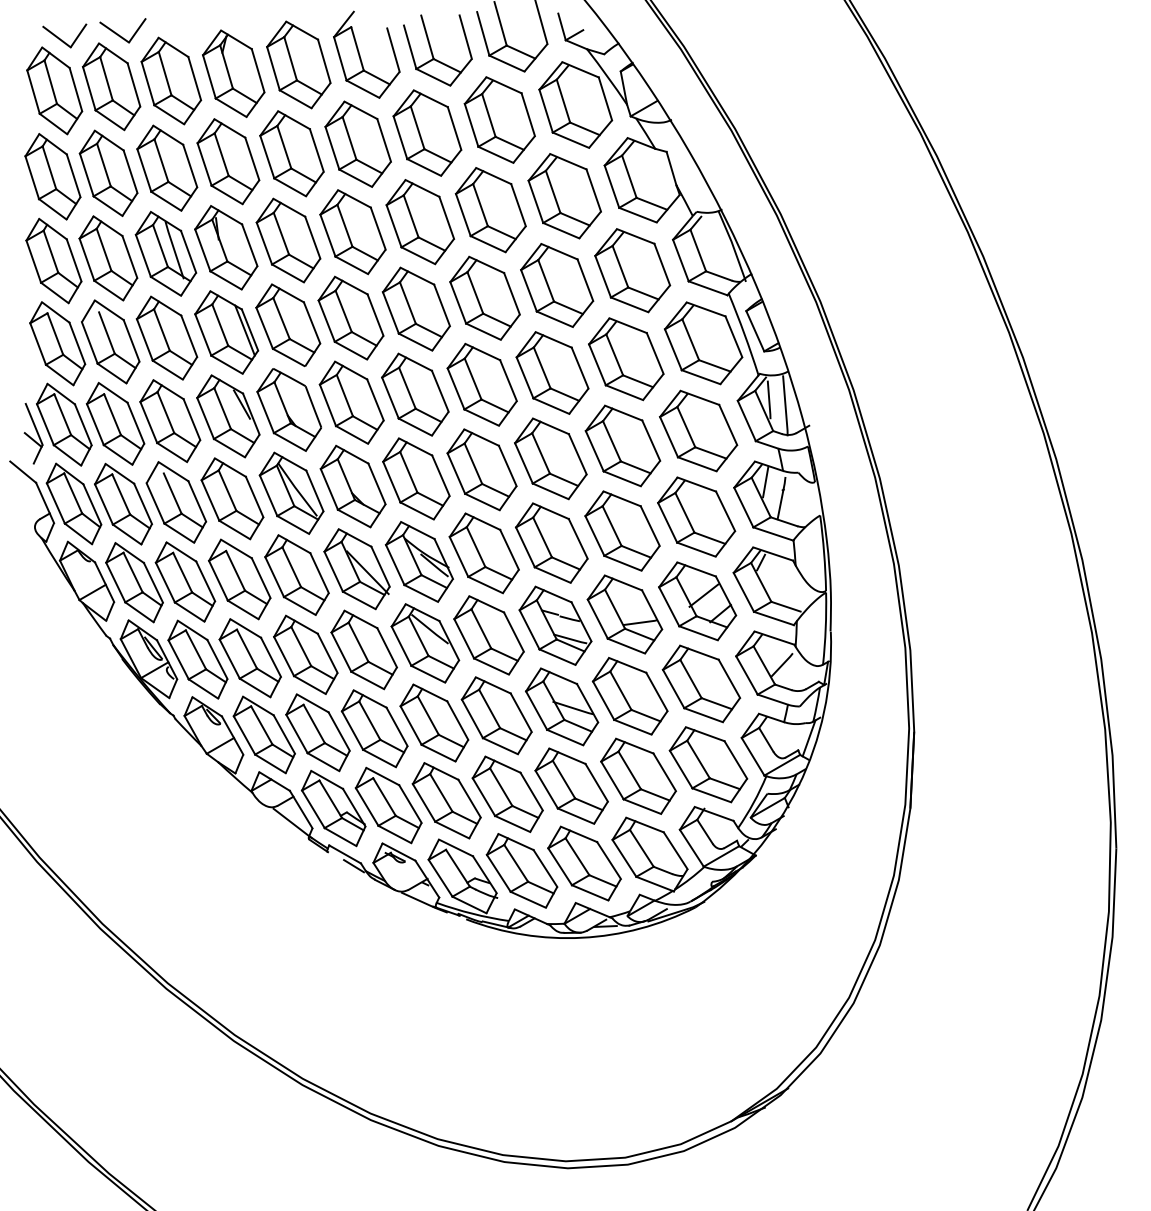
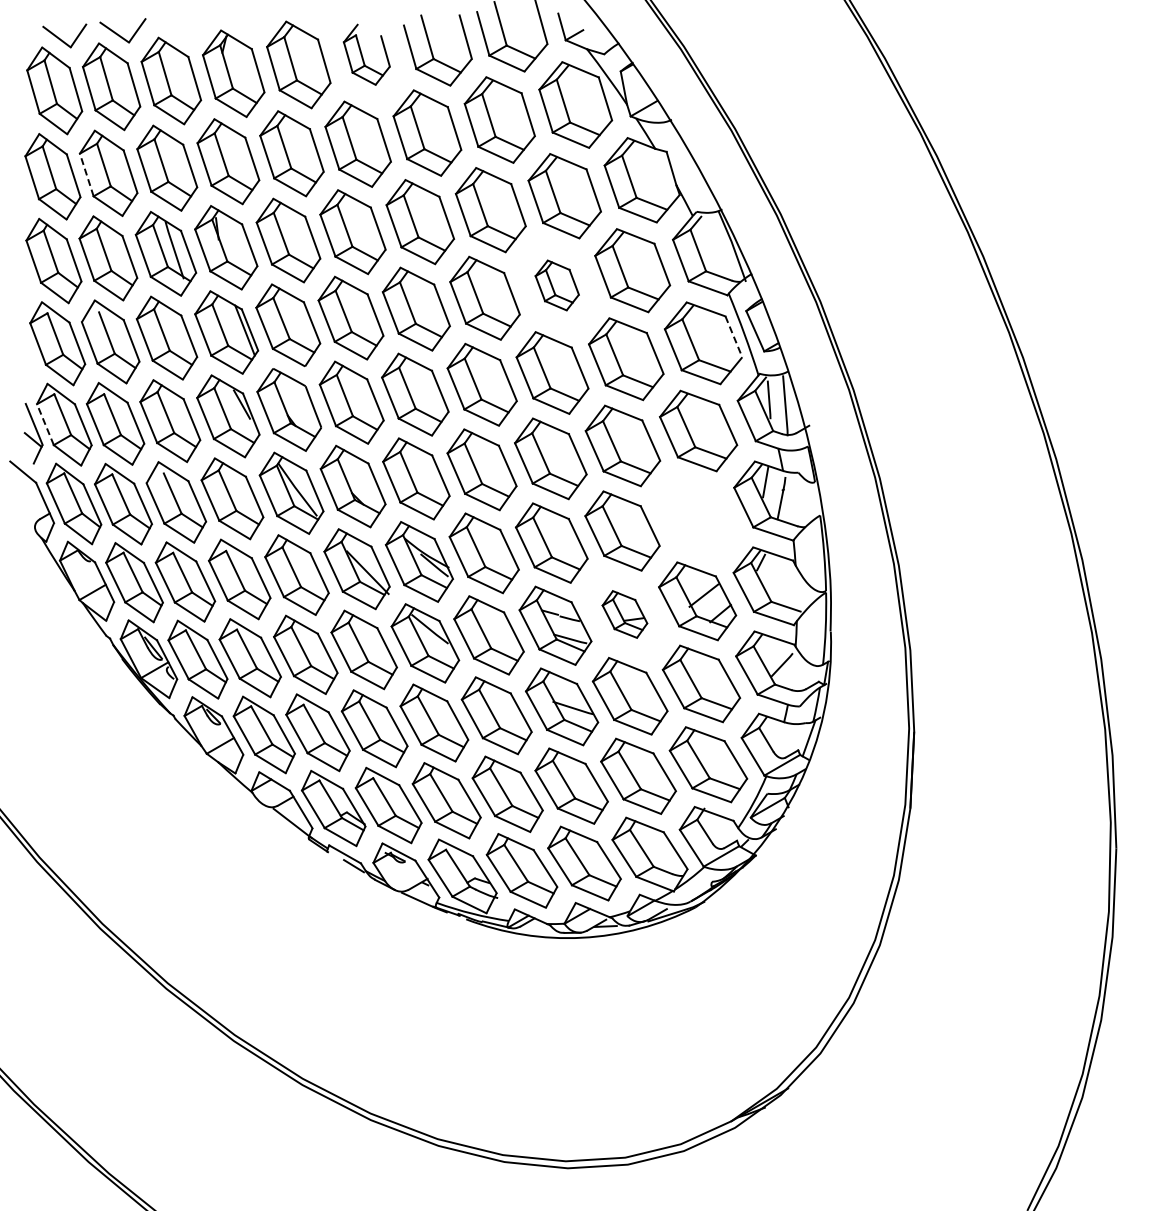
part at (366, 54) size: 68x89 px -> 49x63 px
line at (86, 174): solid -> dashed
part at (557, 285) size: 75x85 px -> 46x53 px
line at (734, 337): solid -> dashed
line at (45, 424): solid -> dashed
part at (696, 516): present -> none
part at (624, 614) size: 78x81 px -> 48x49 px
